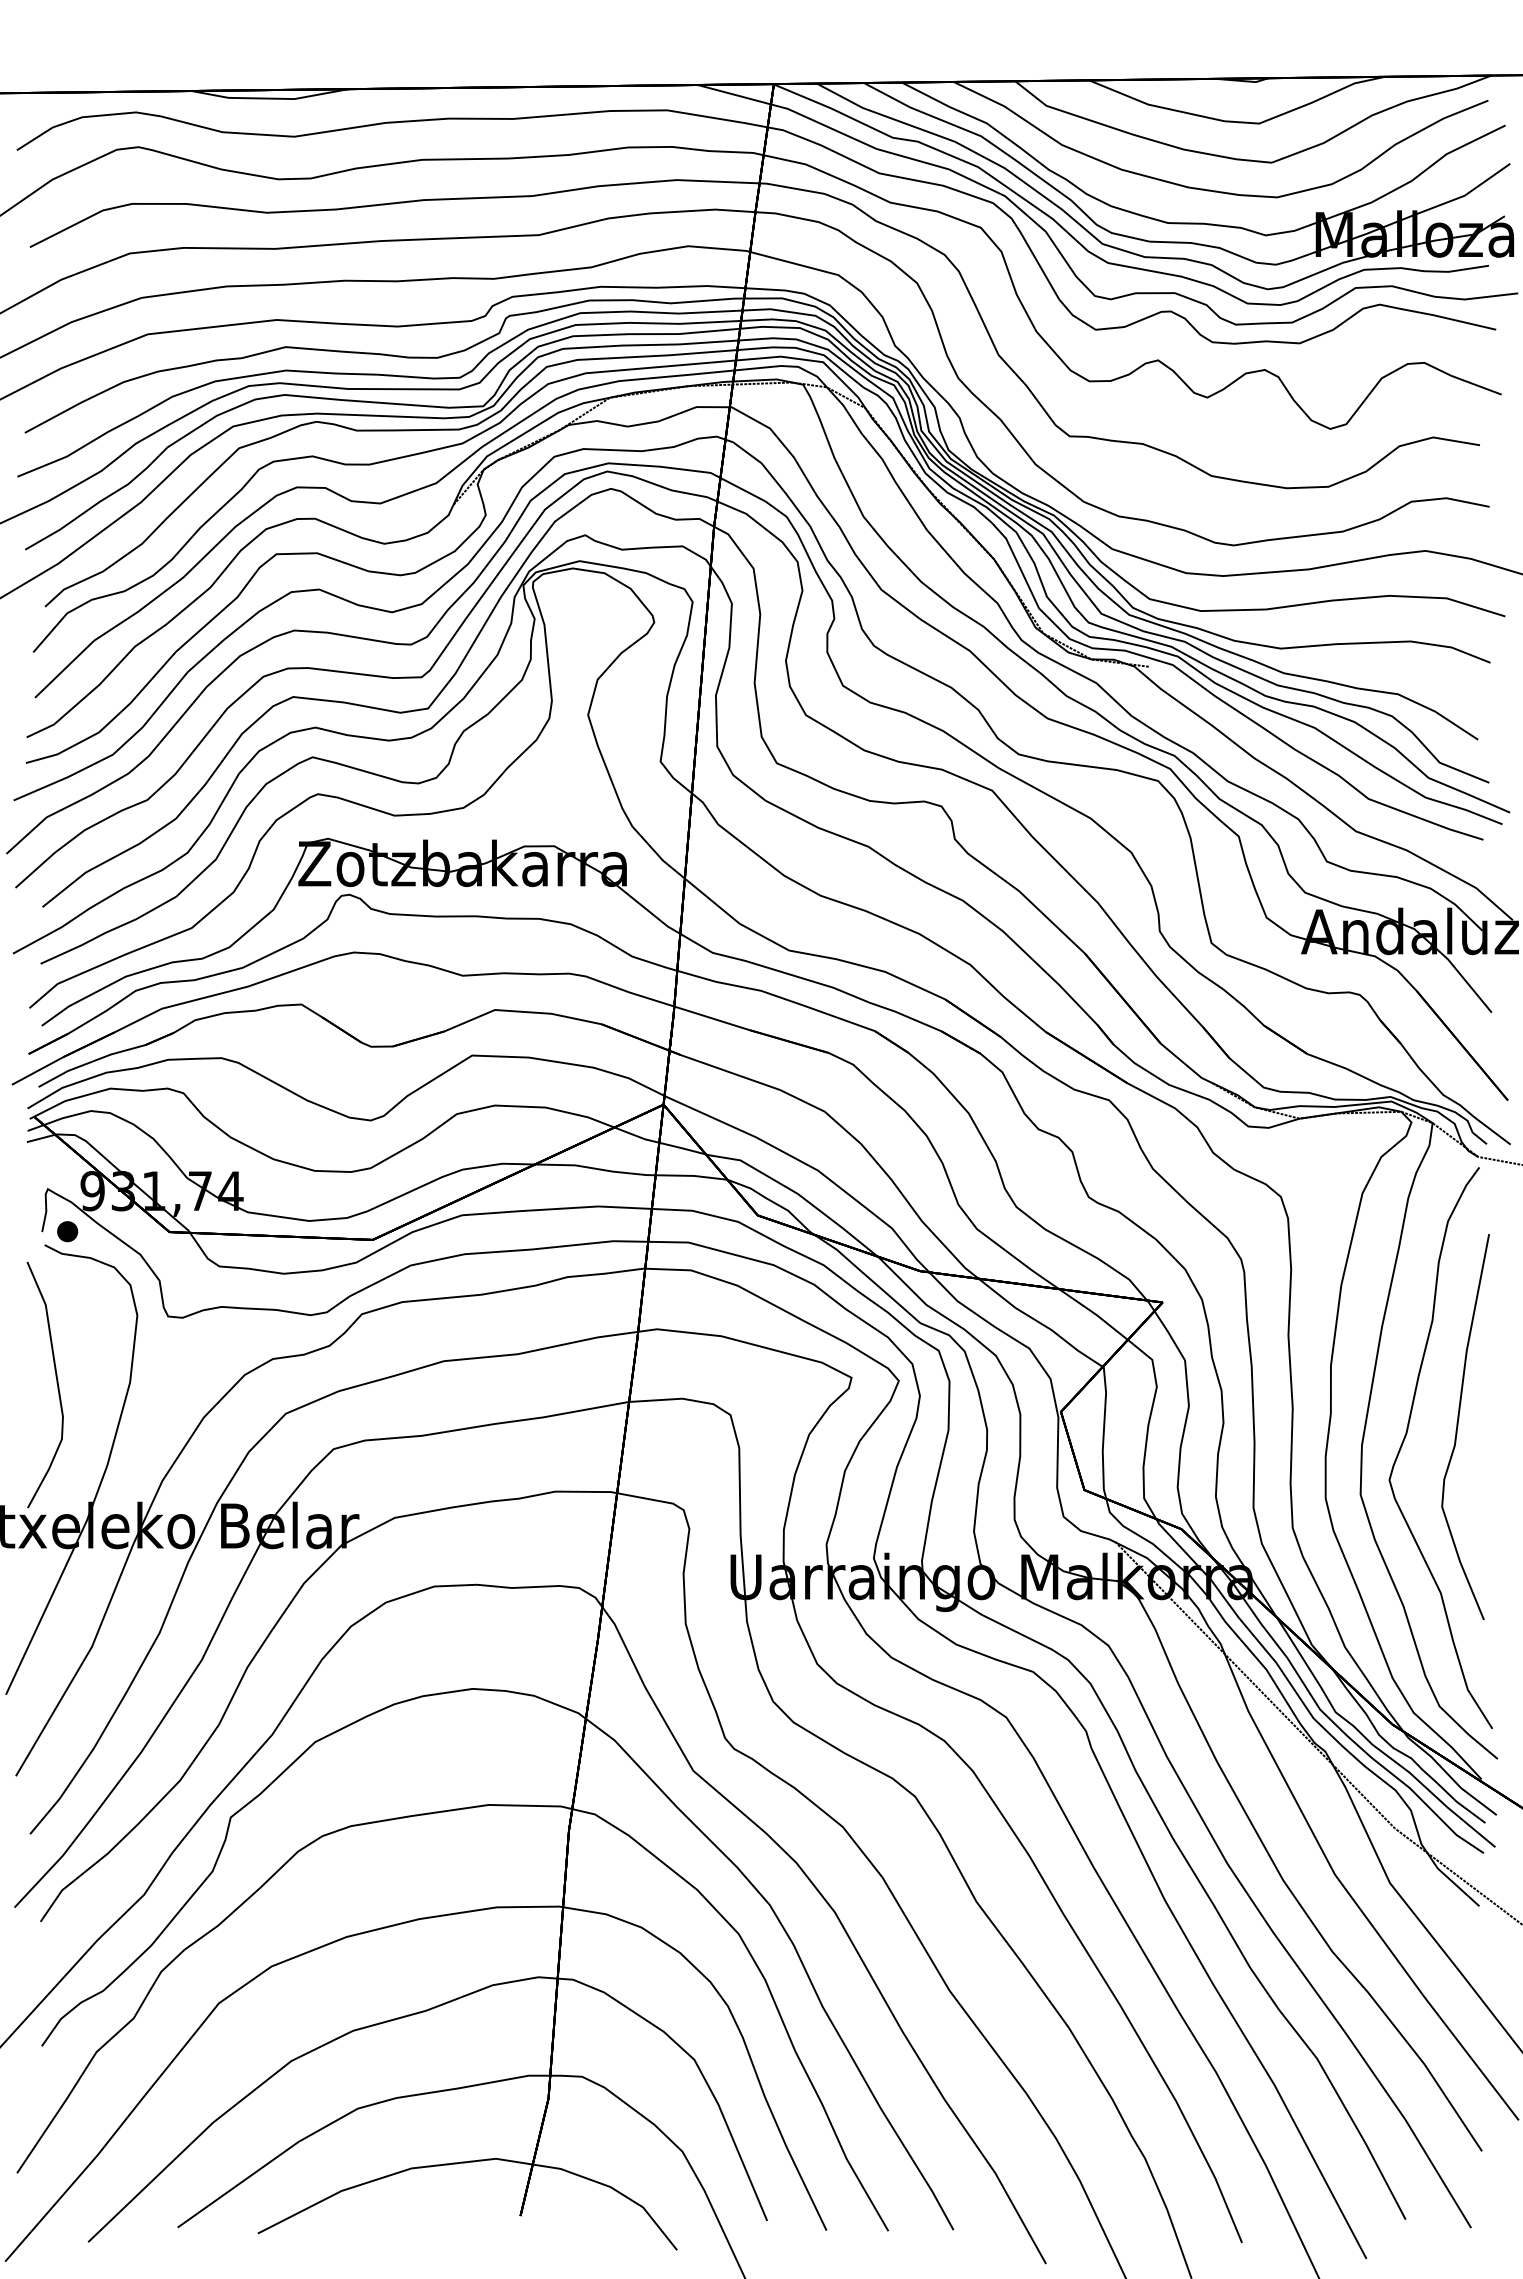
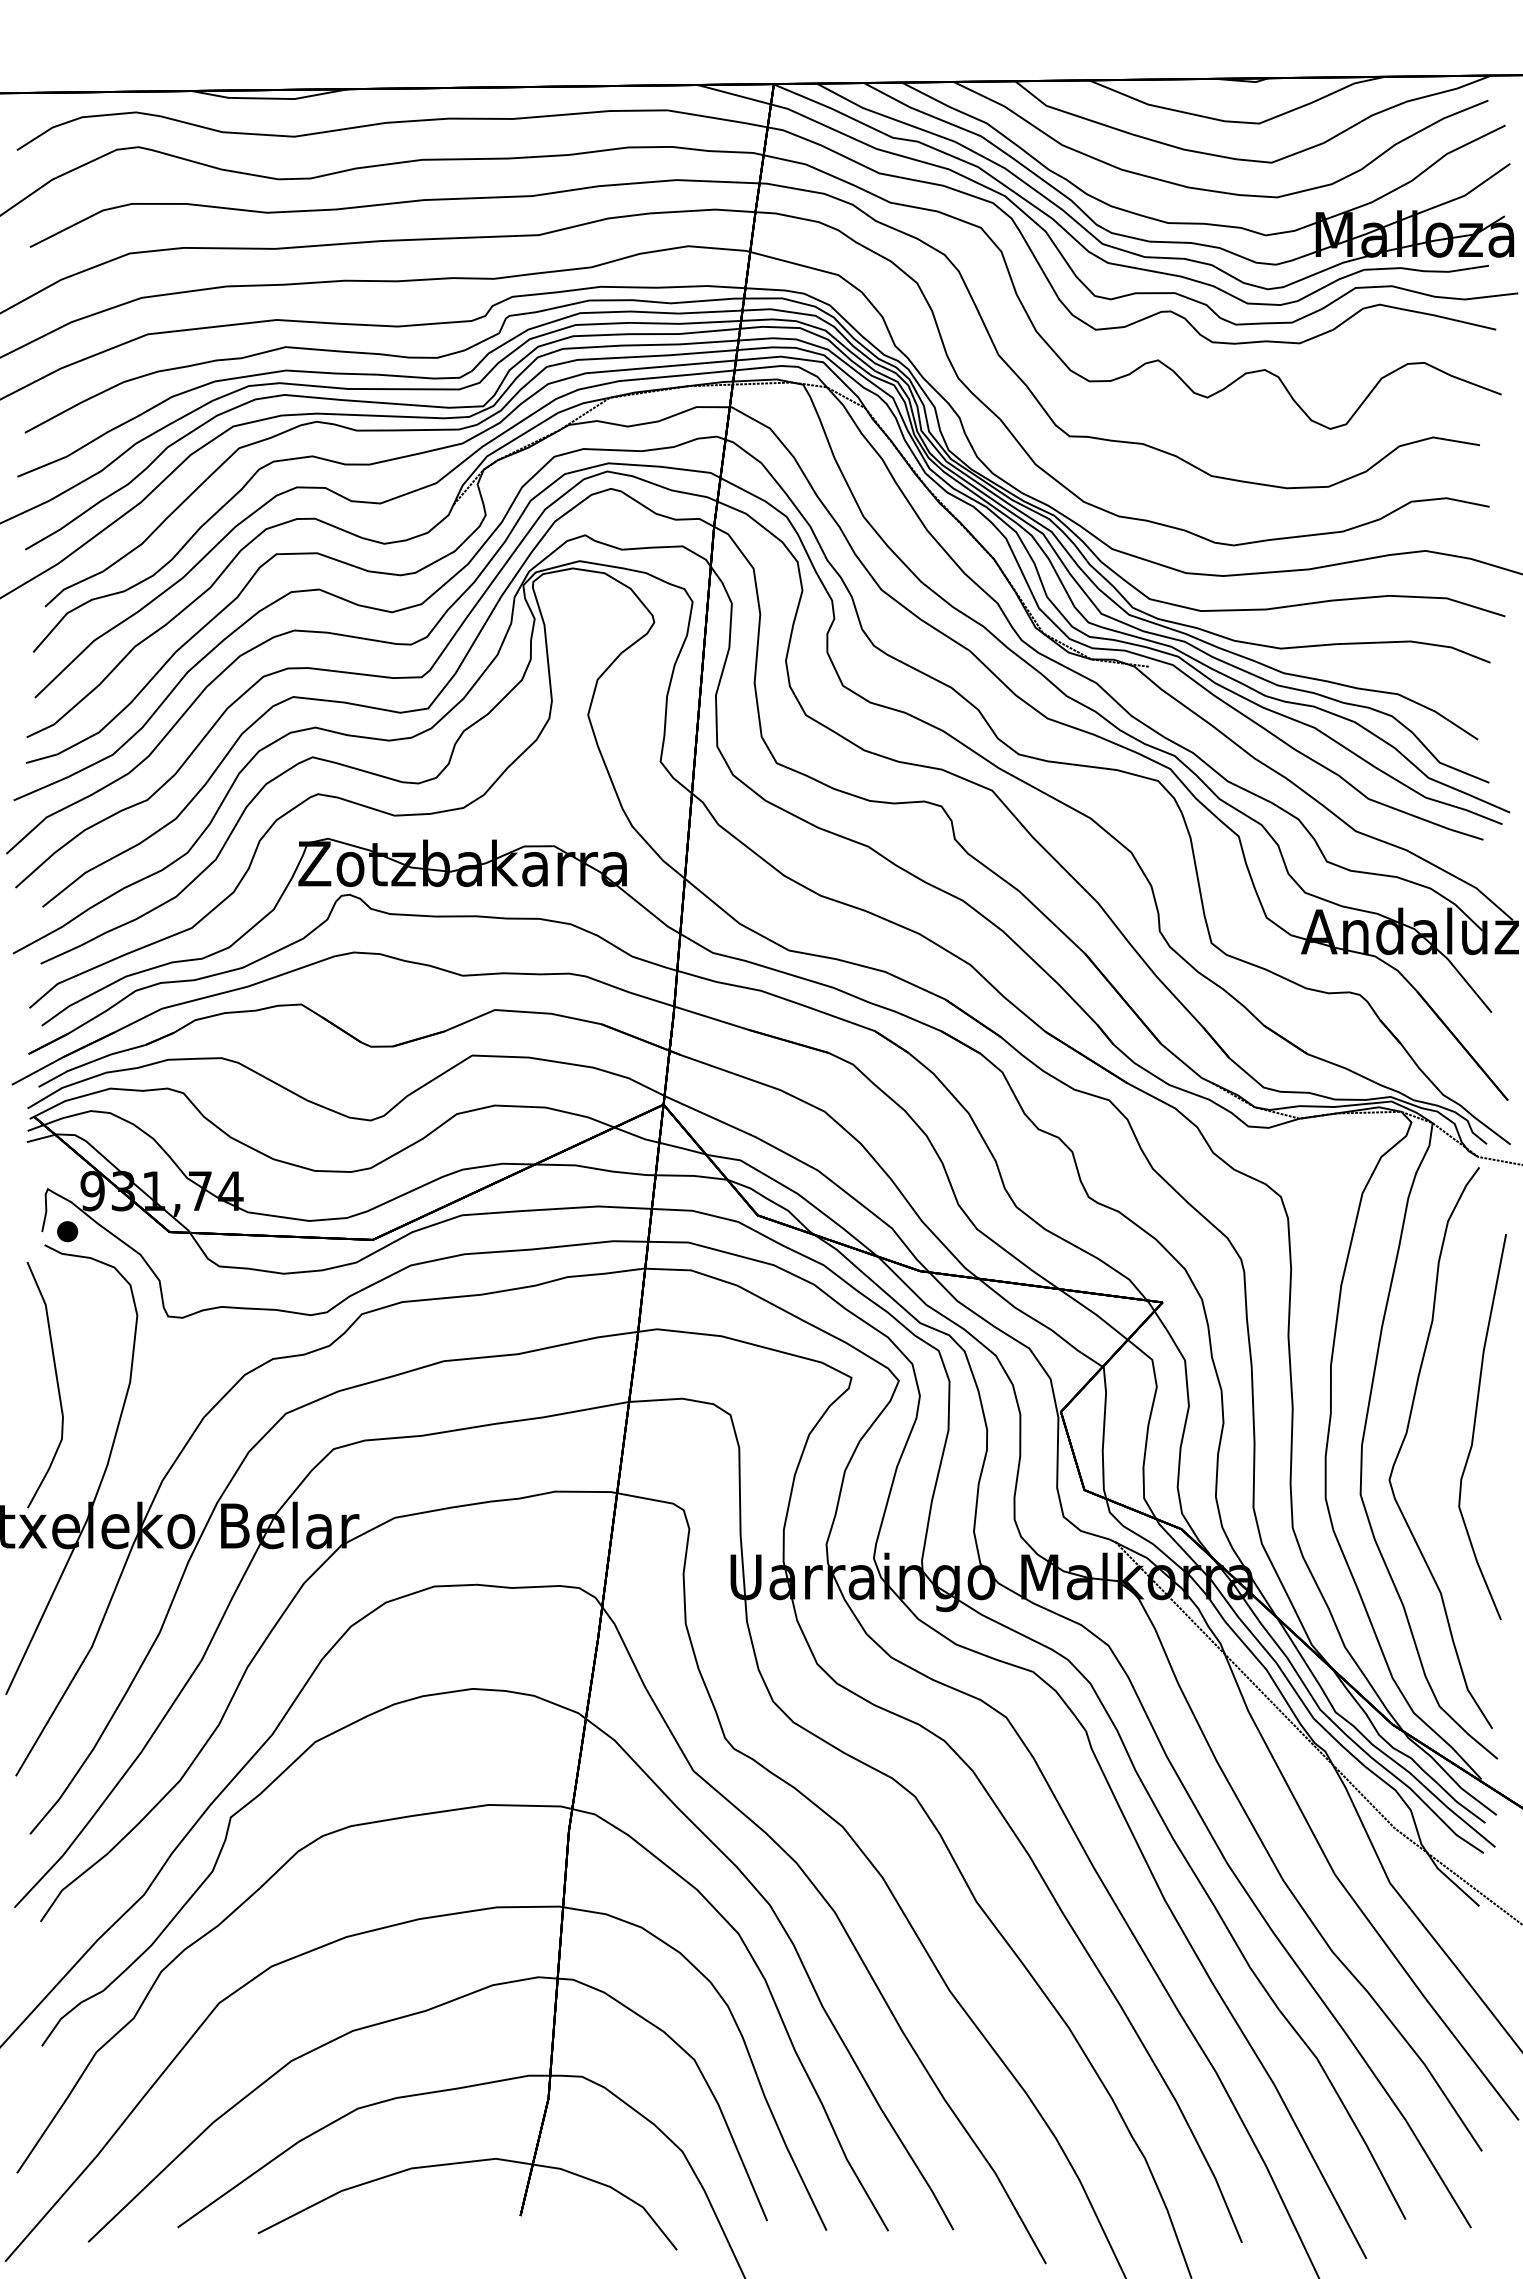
curve at (1458, 1426) position: (1458, 1426) -> (1475, 1426)
